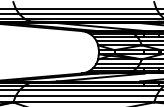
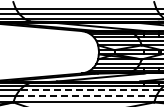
line at (89, 90): solid -> dashed
line at (85, 96): solid -> dashed
